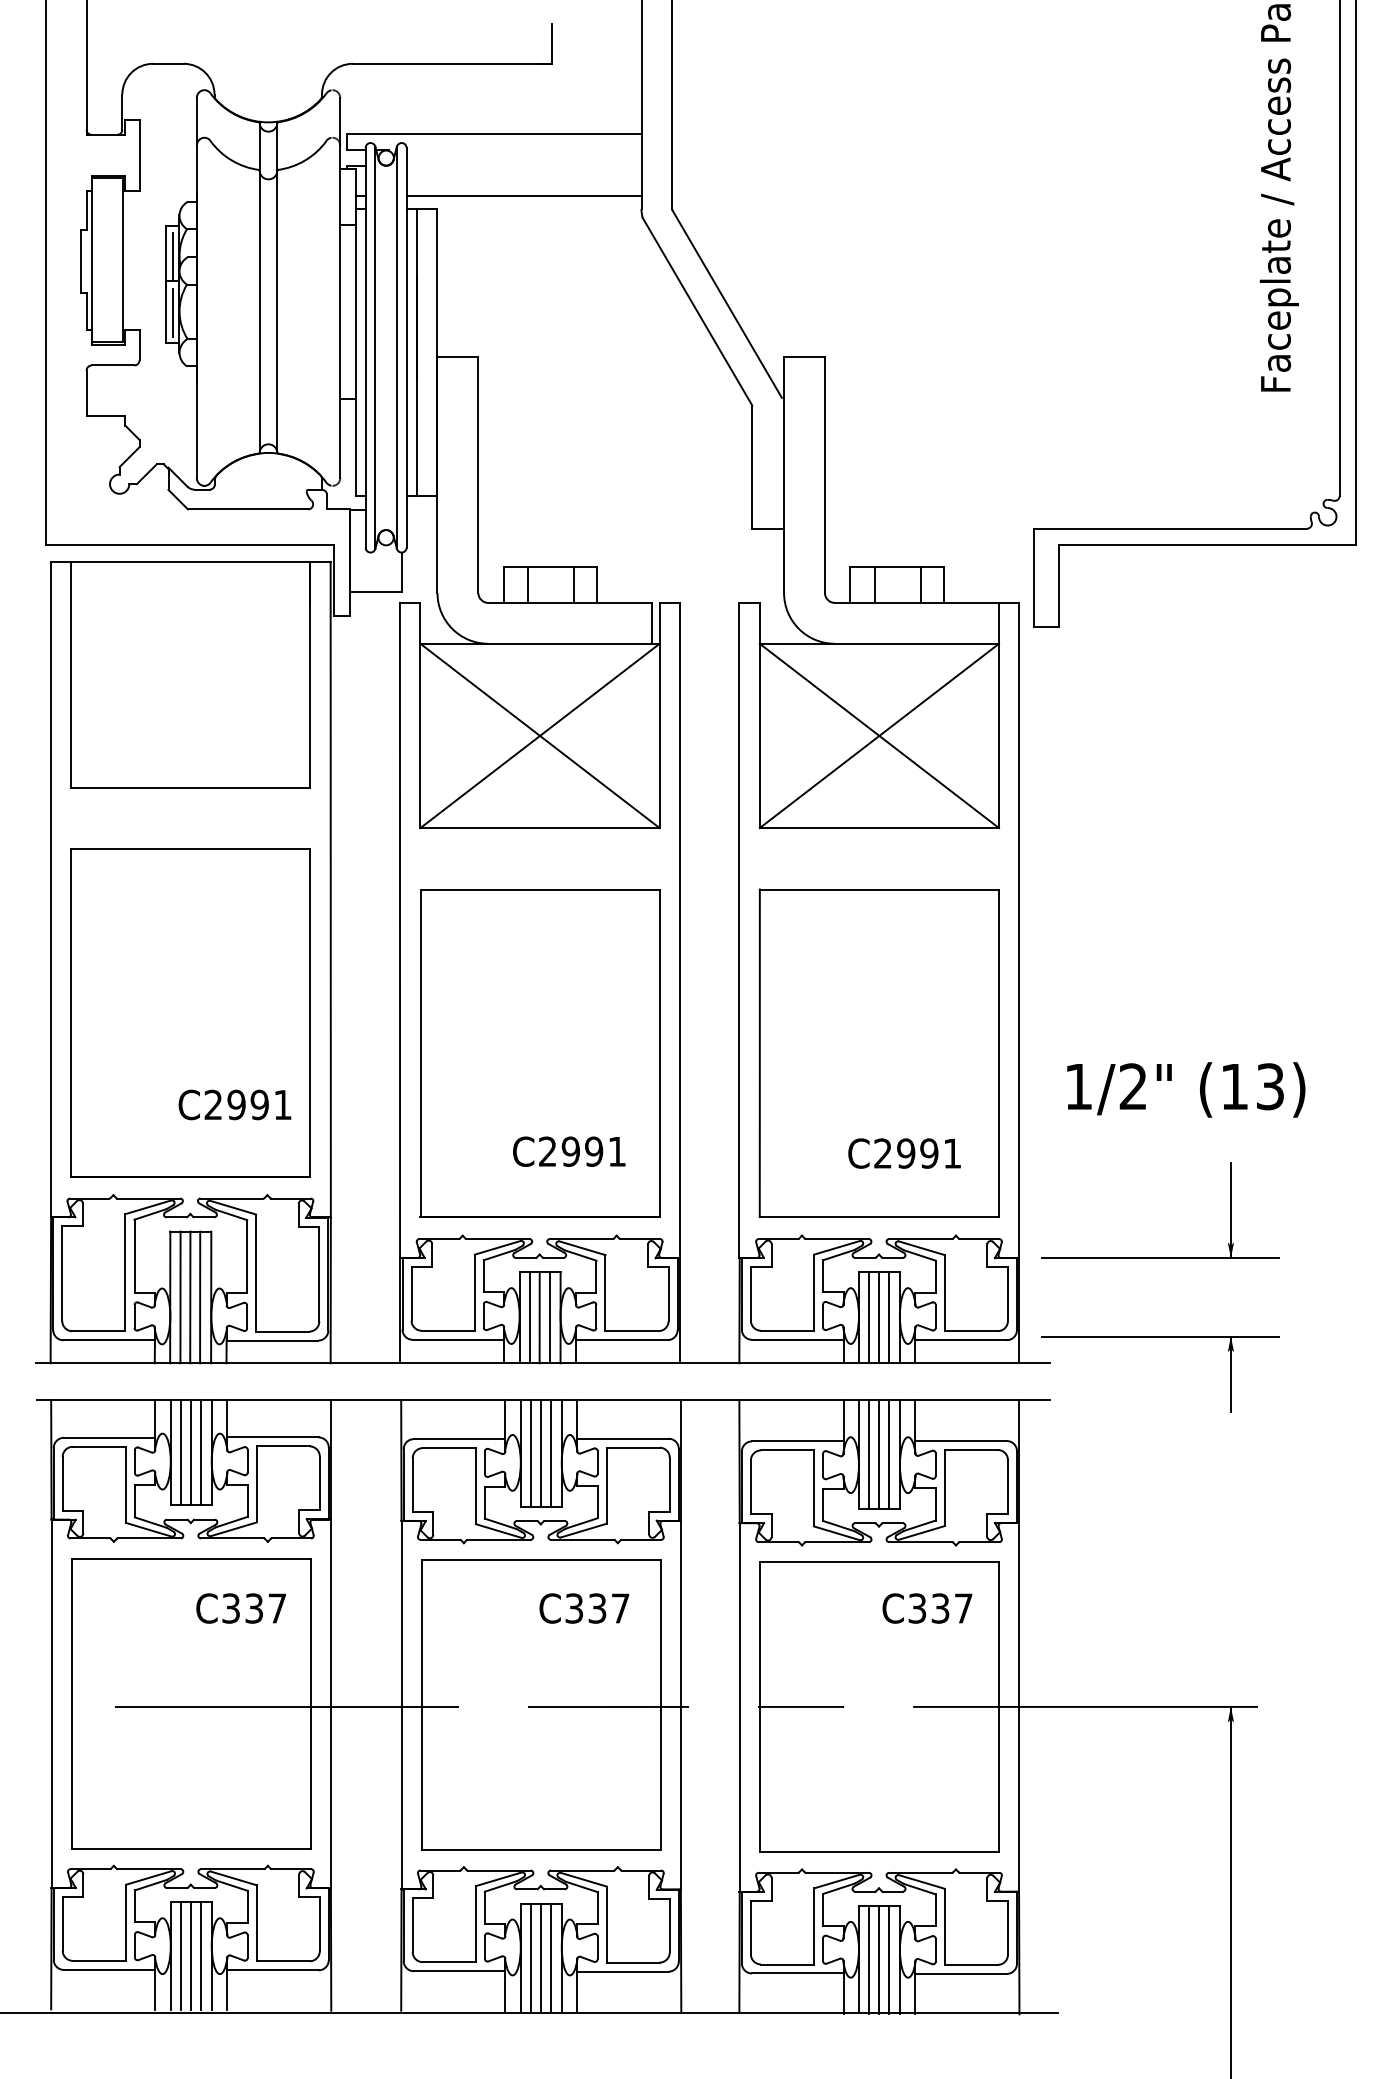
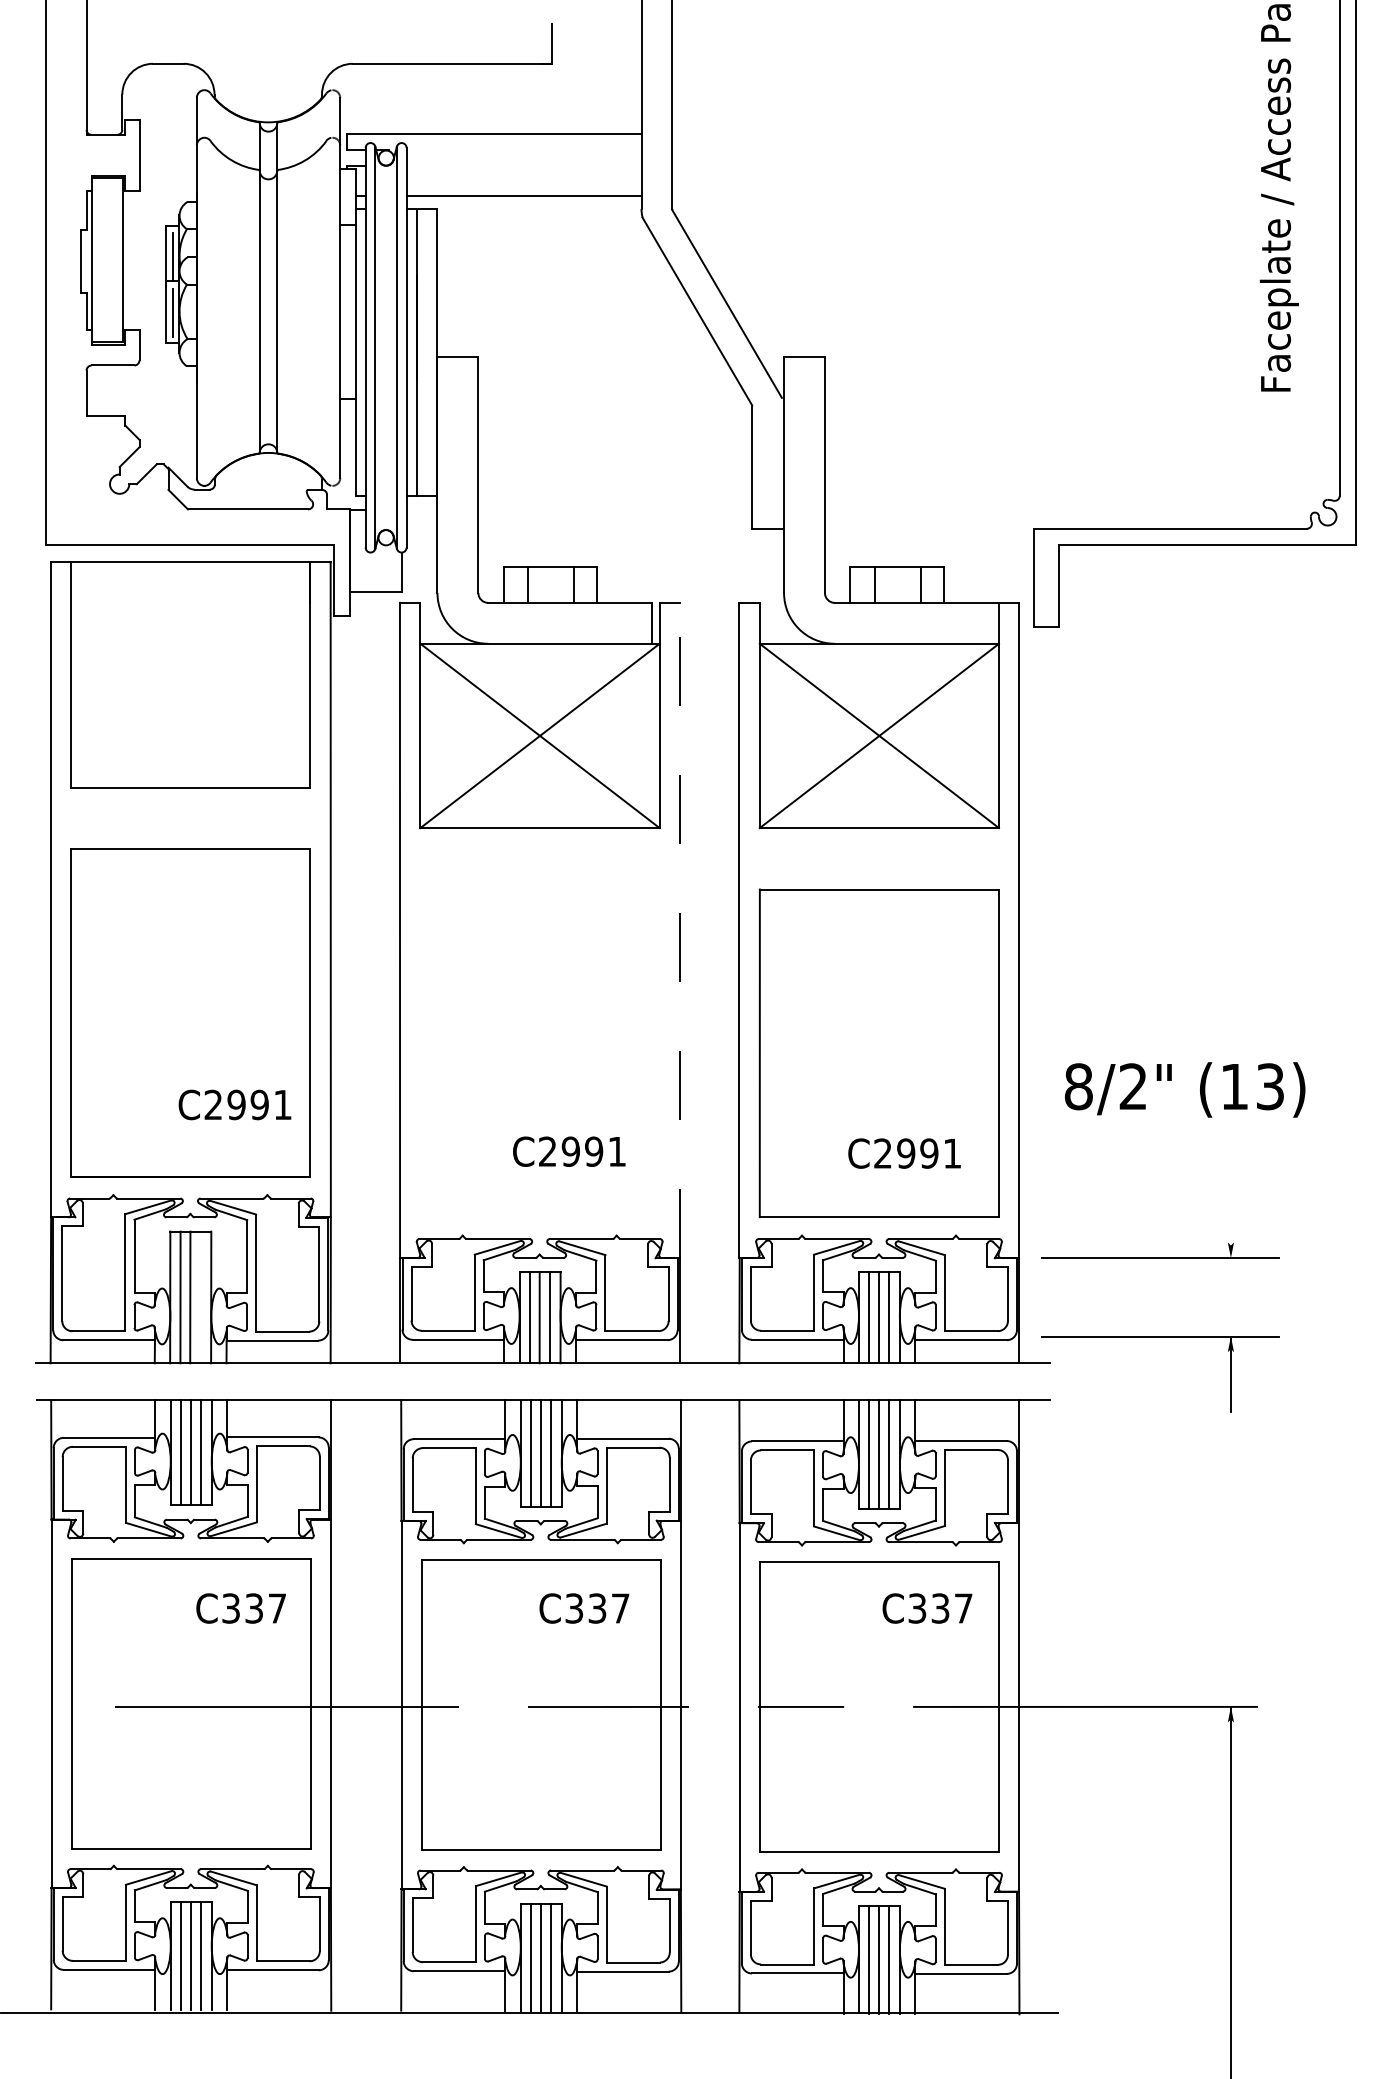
line at (680, 930): solid -> dashed
part at (539, 1053): present -> none
text at (1078, 1086): 1/2" -> 8/2"
line at (1230, 1210): present -> none
line at (200, 1297): present -> none
